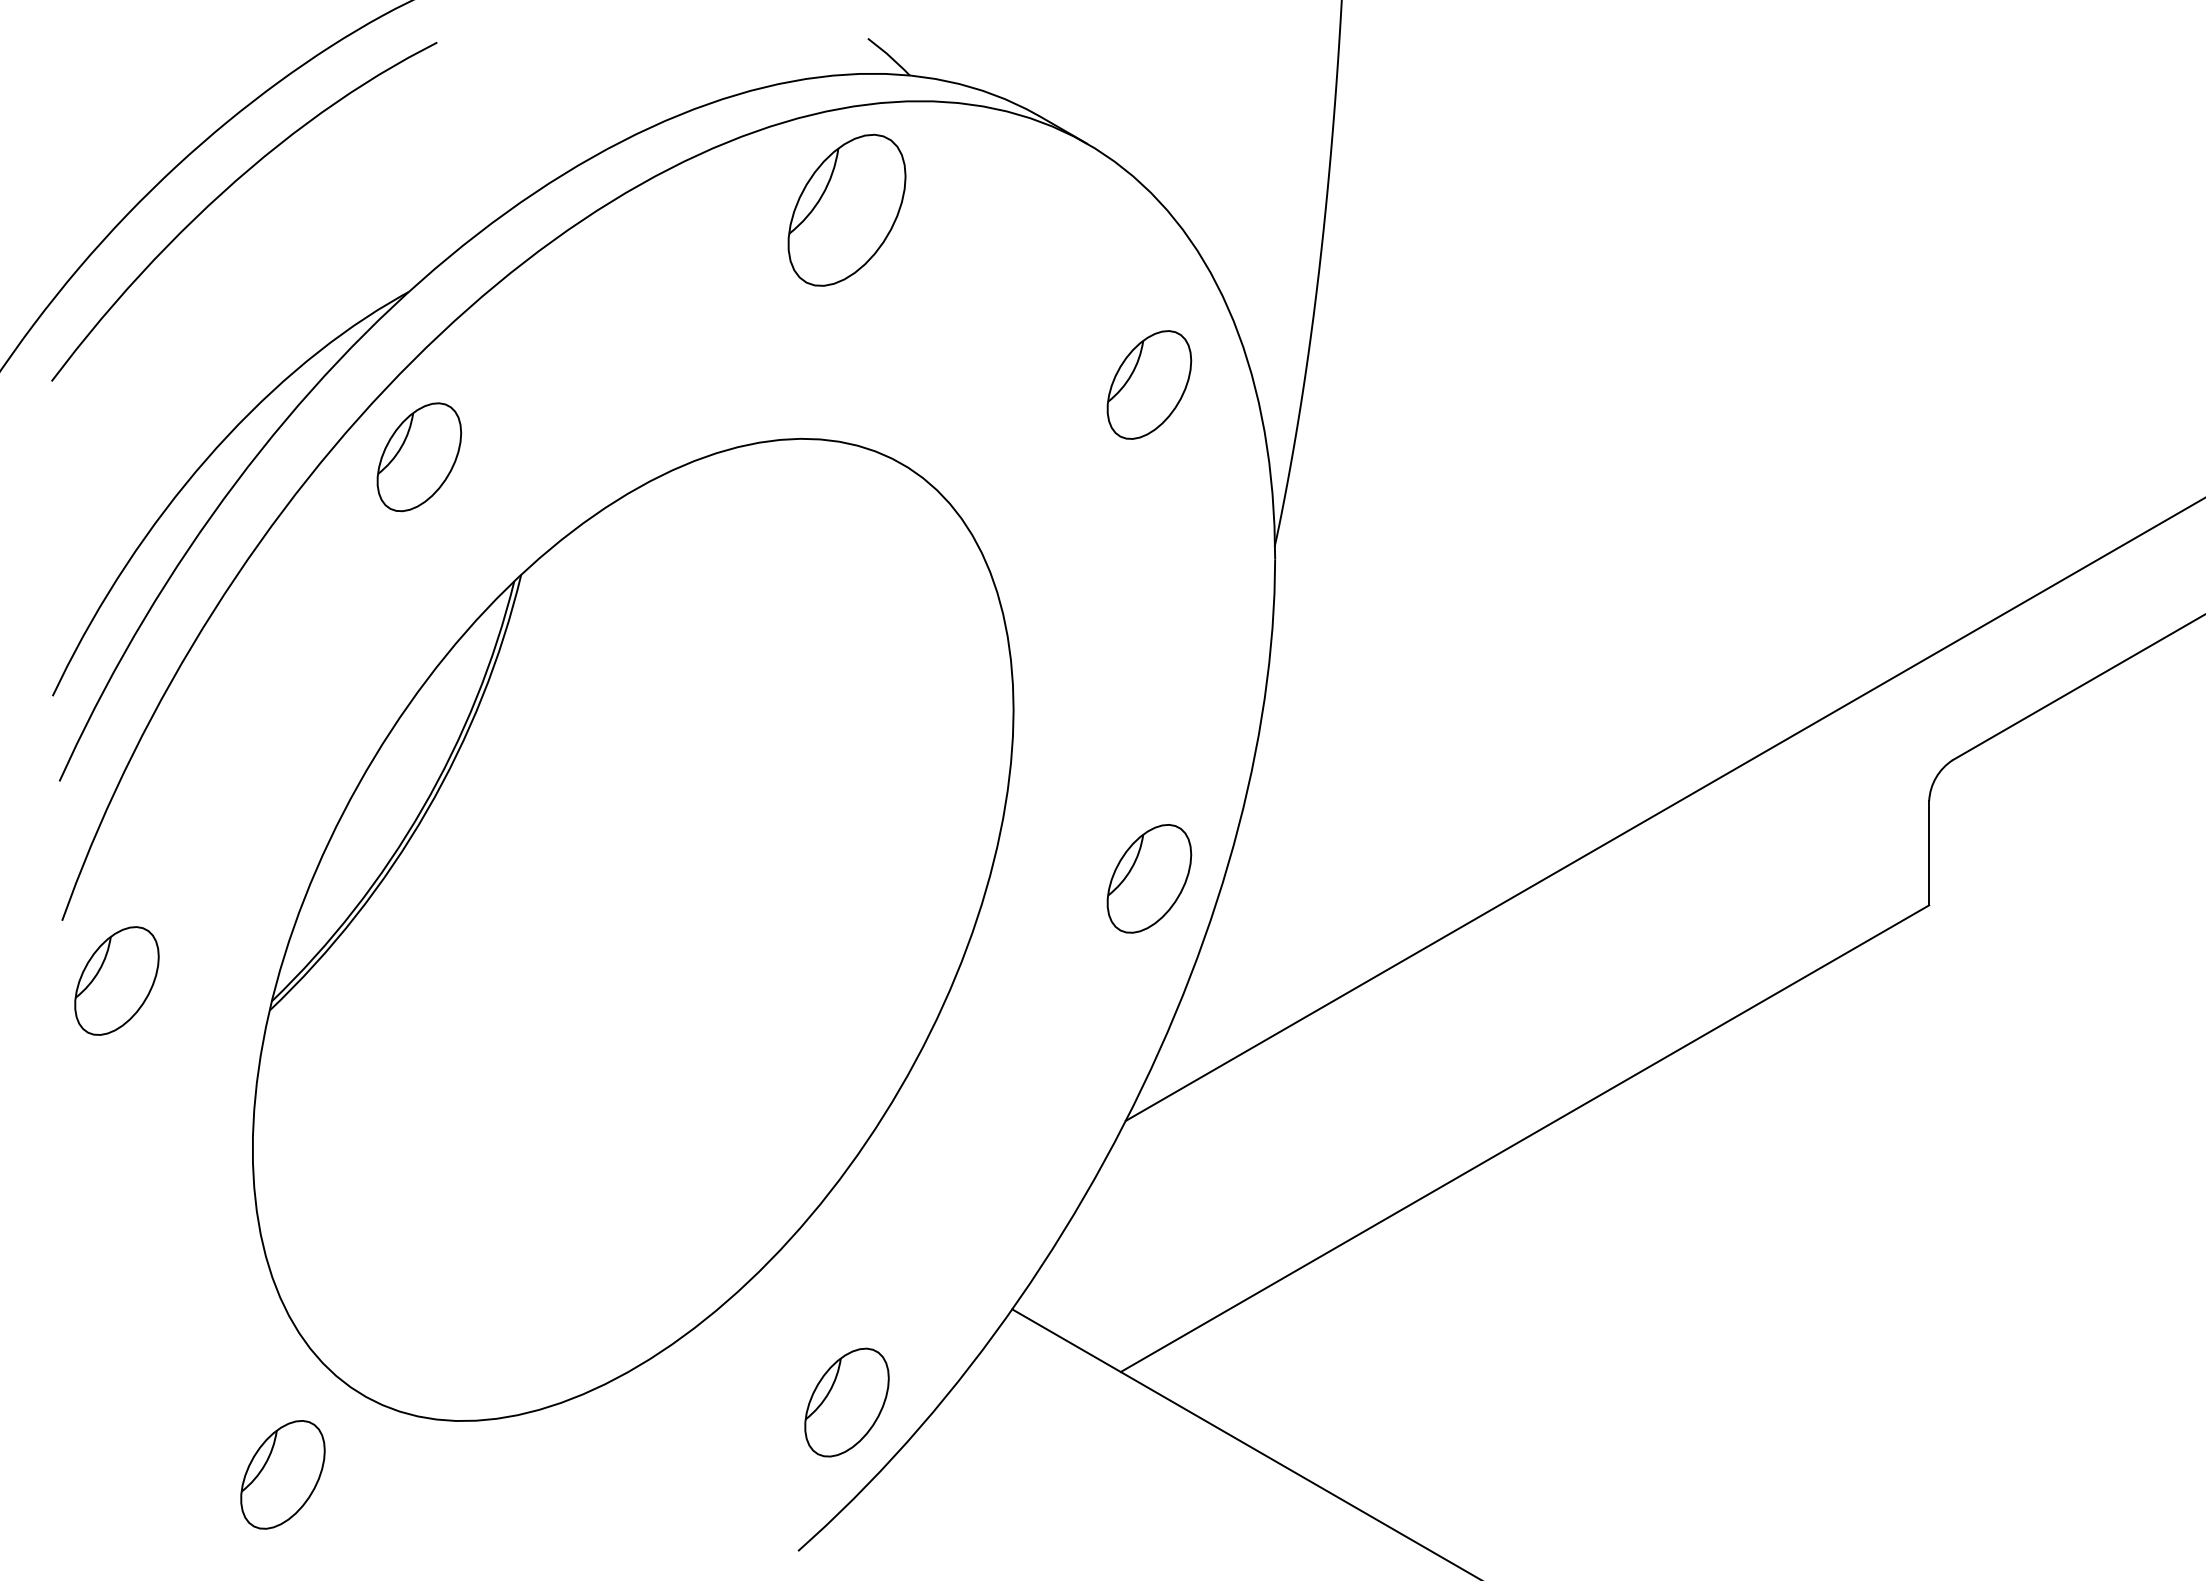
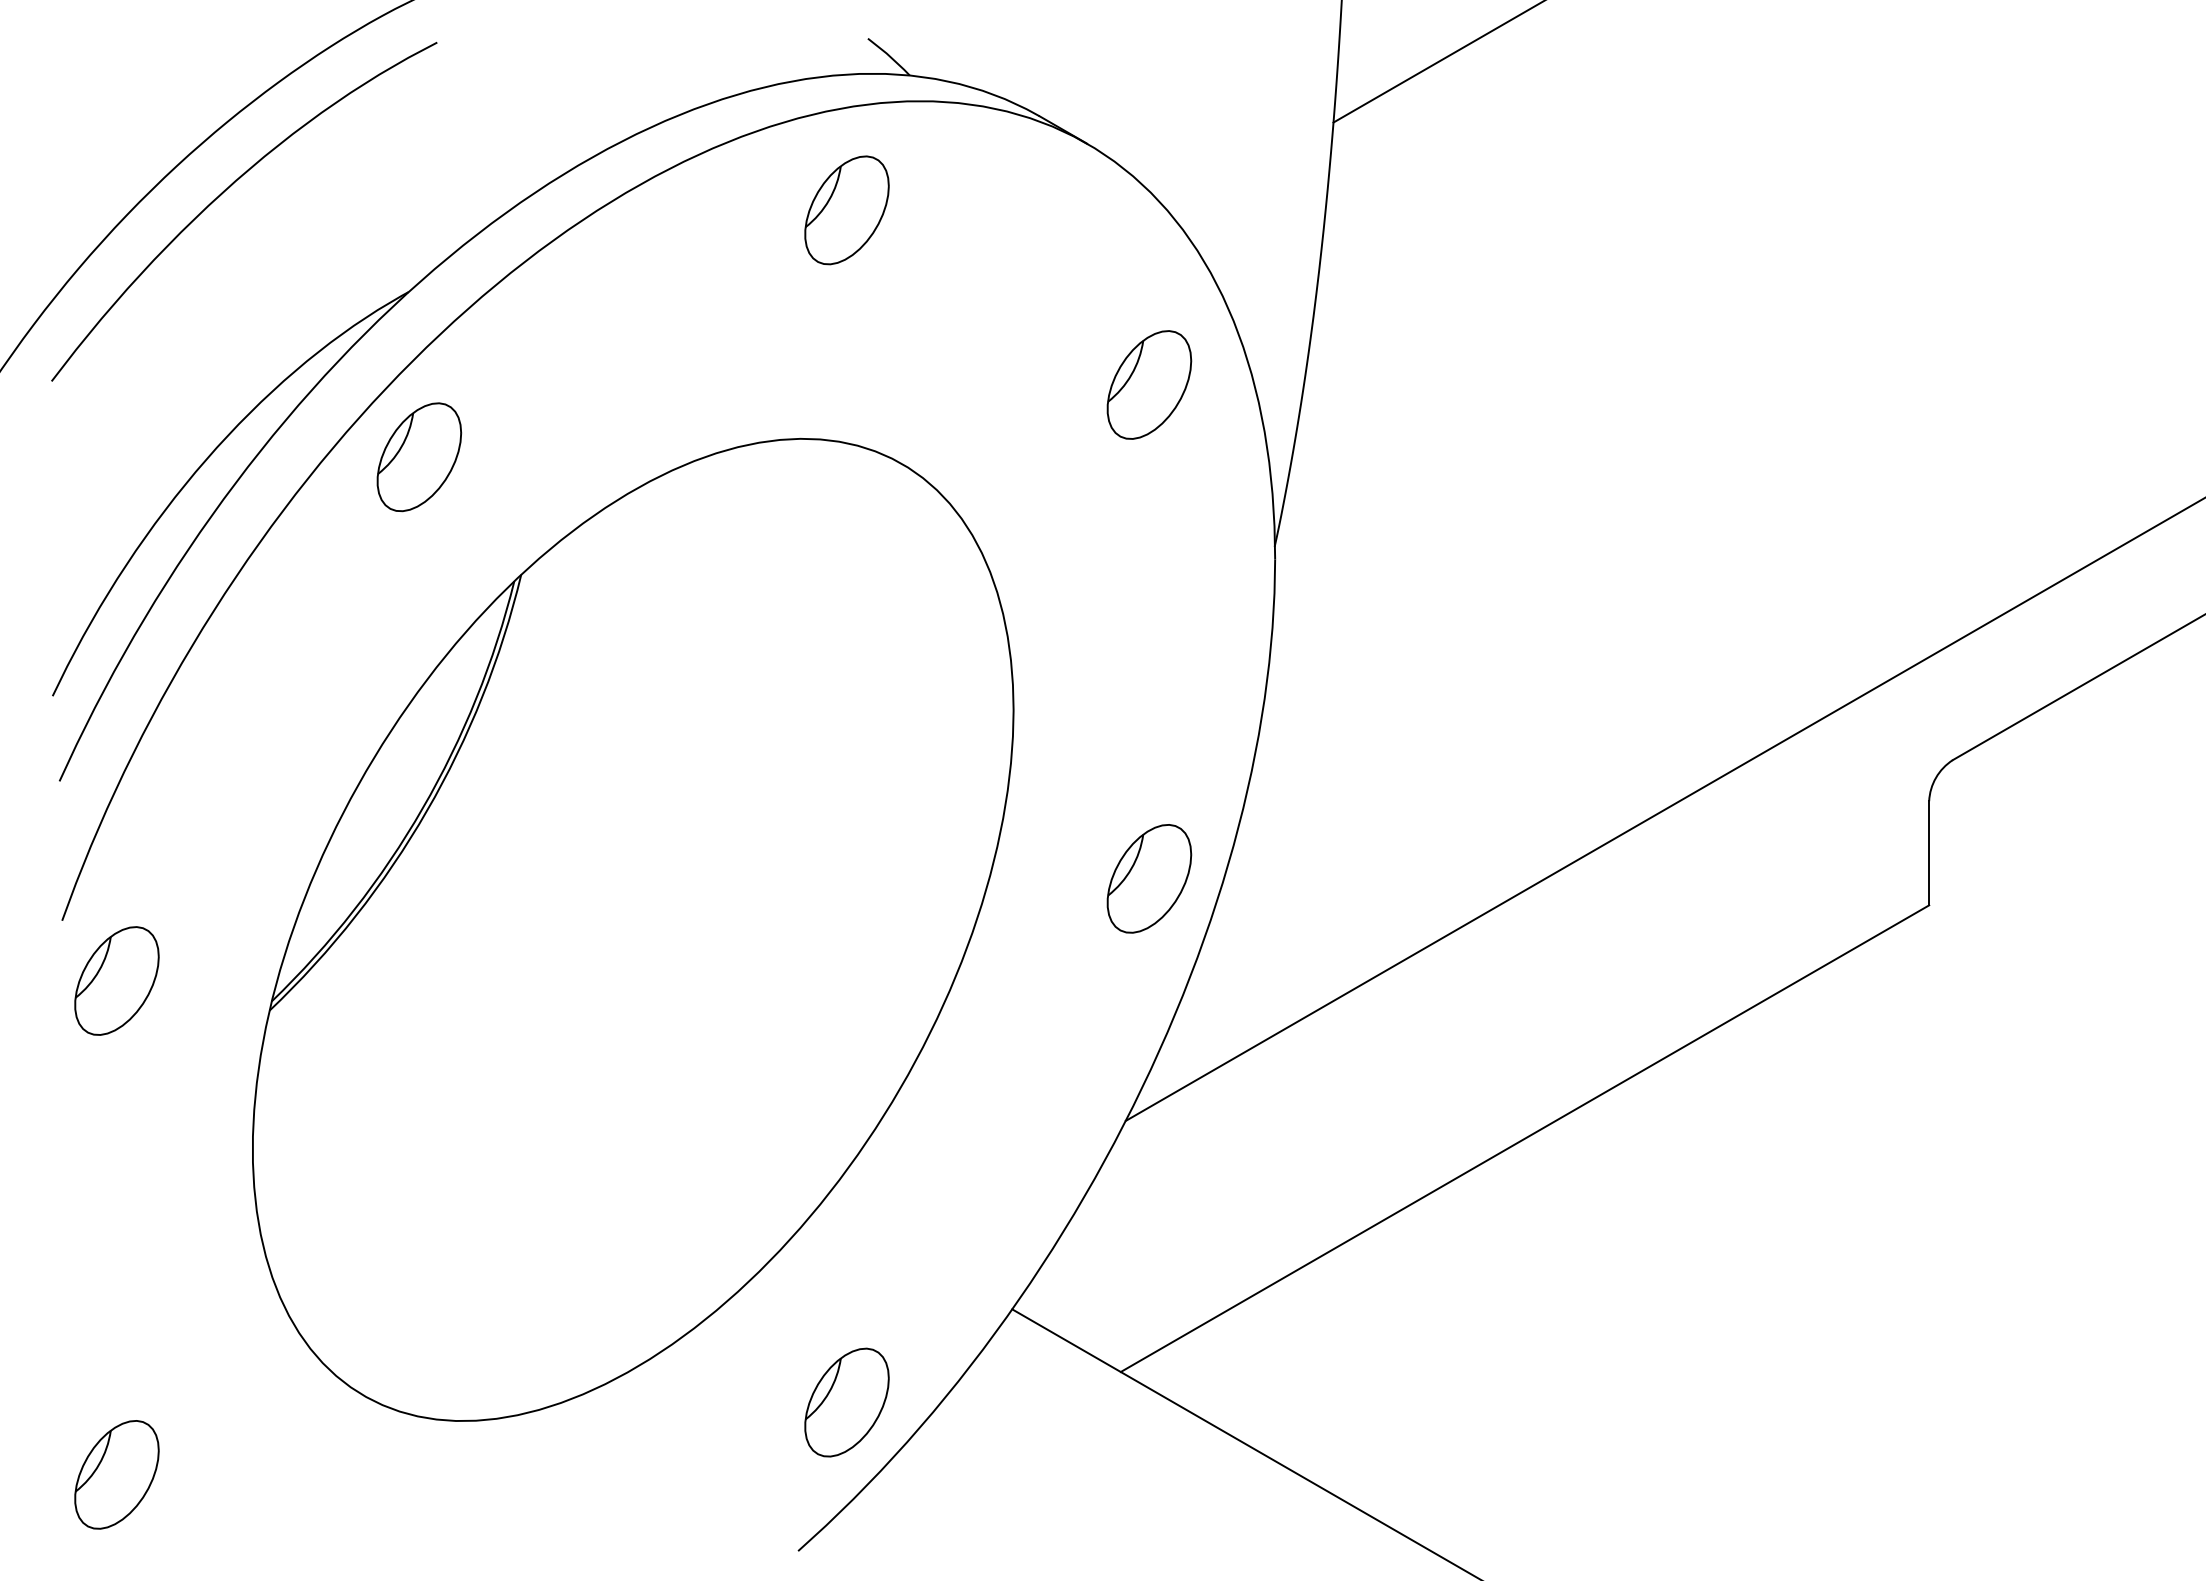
line at (1437, 62): none -> present
part at (846, 209) size: 120x154 px -> 86x111 px
part at (282, 1474) position: (282, 1474) -> (116, 1474)
